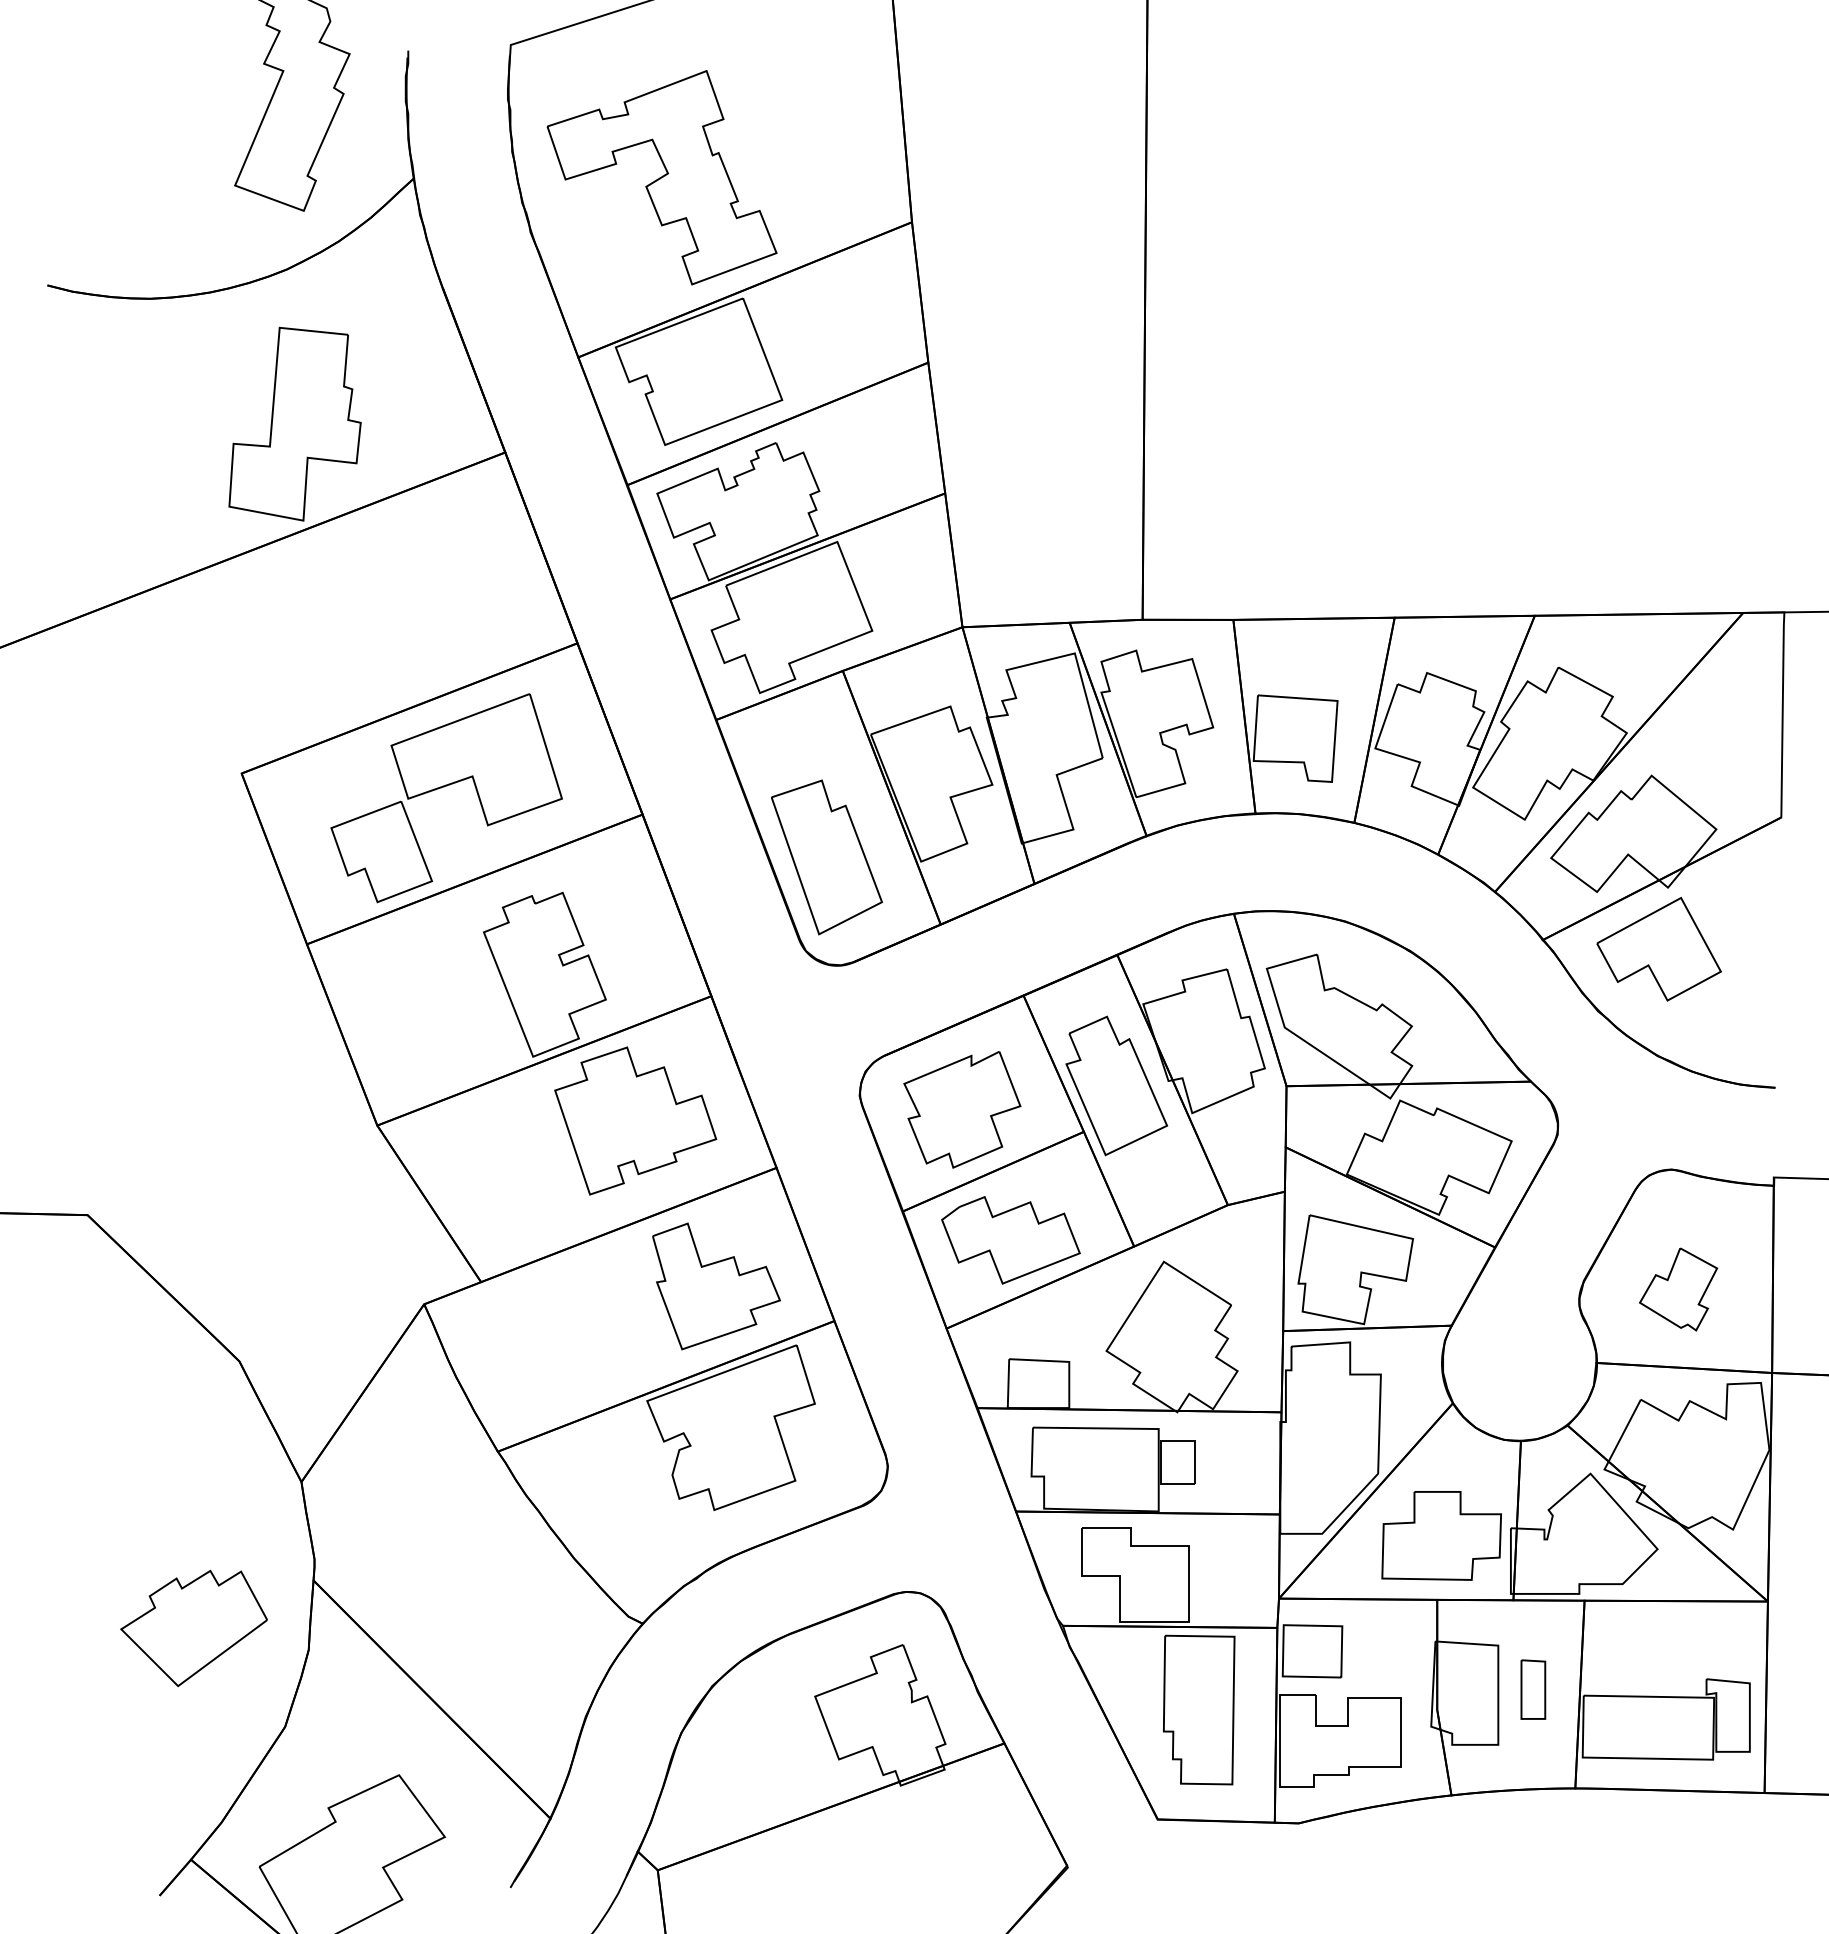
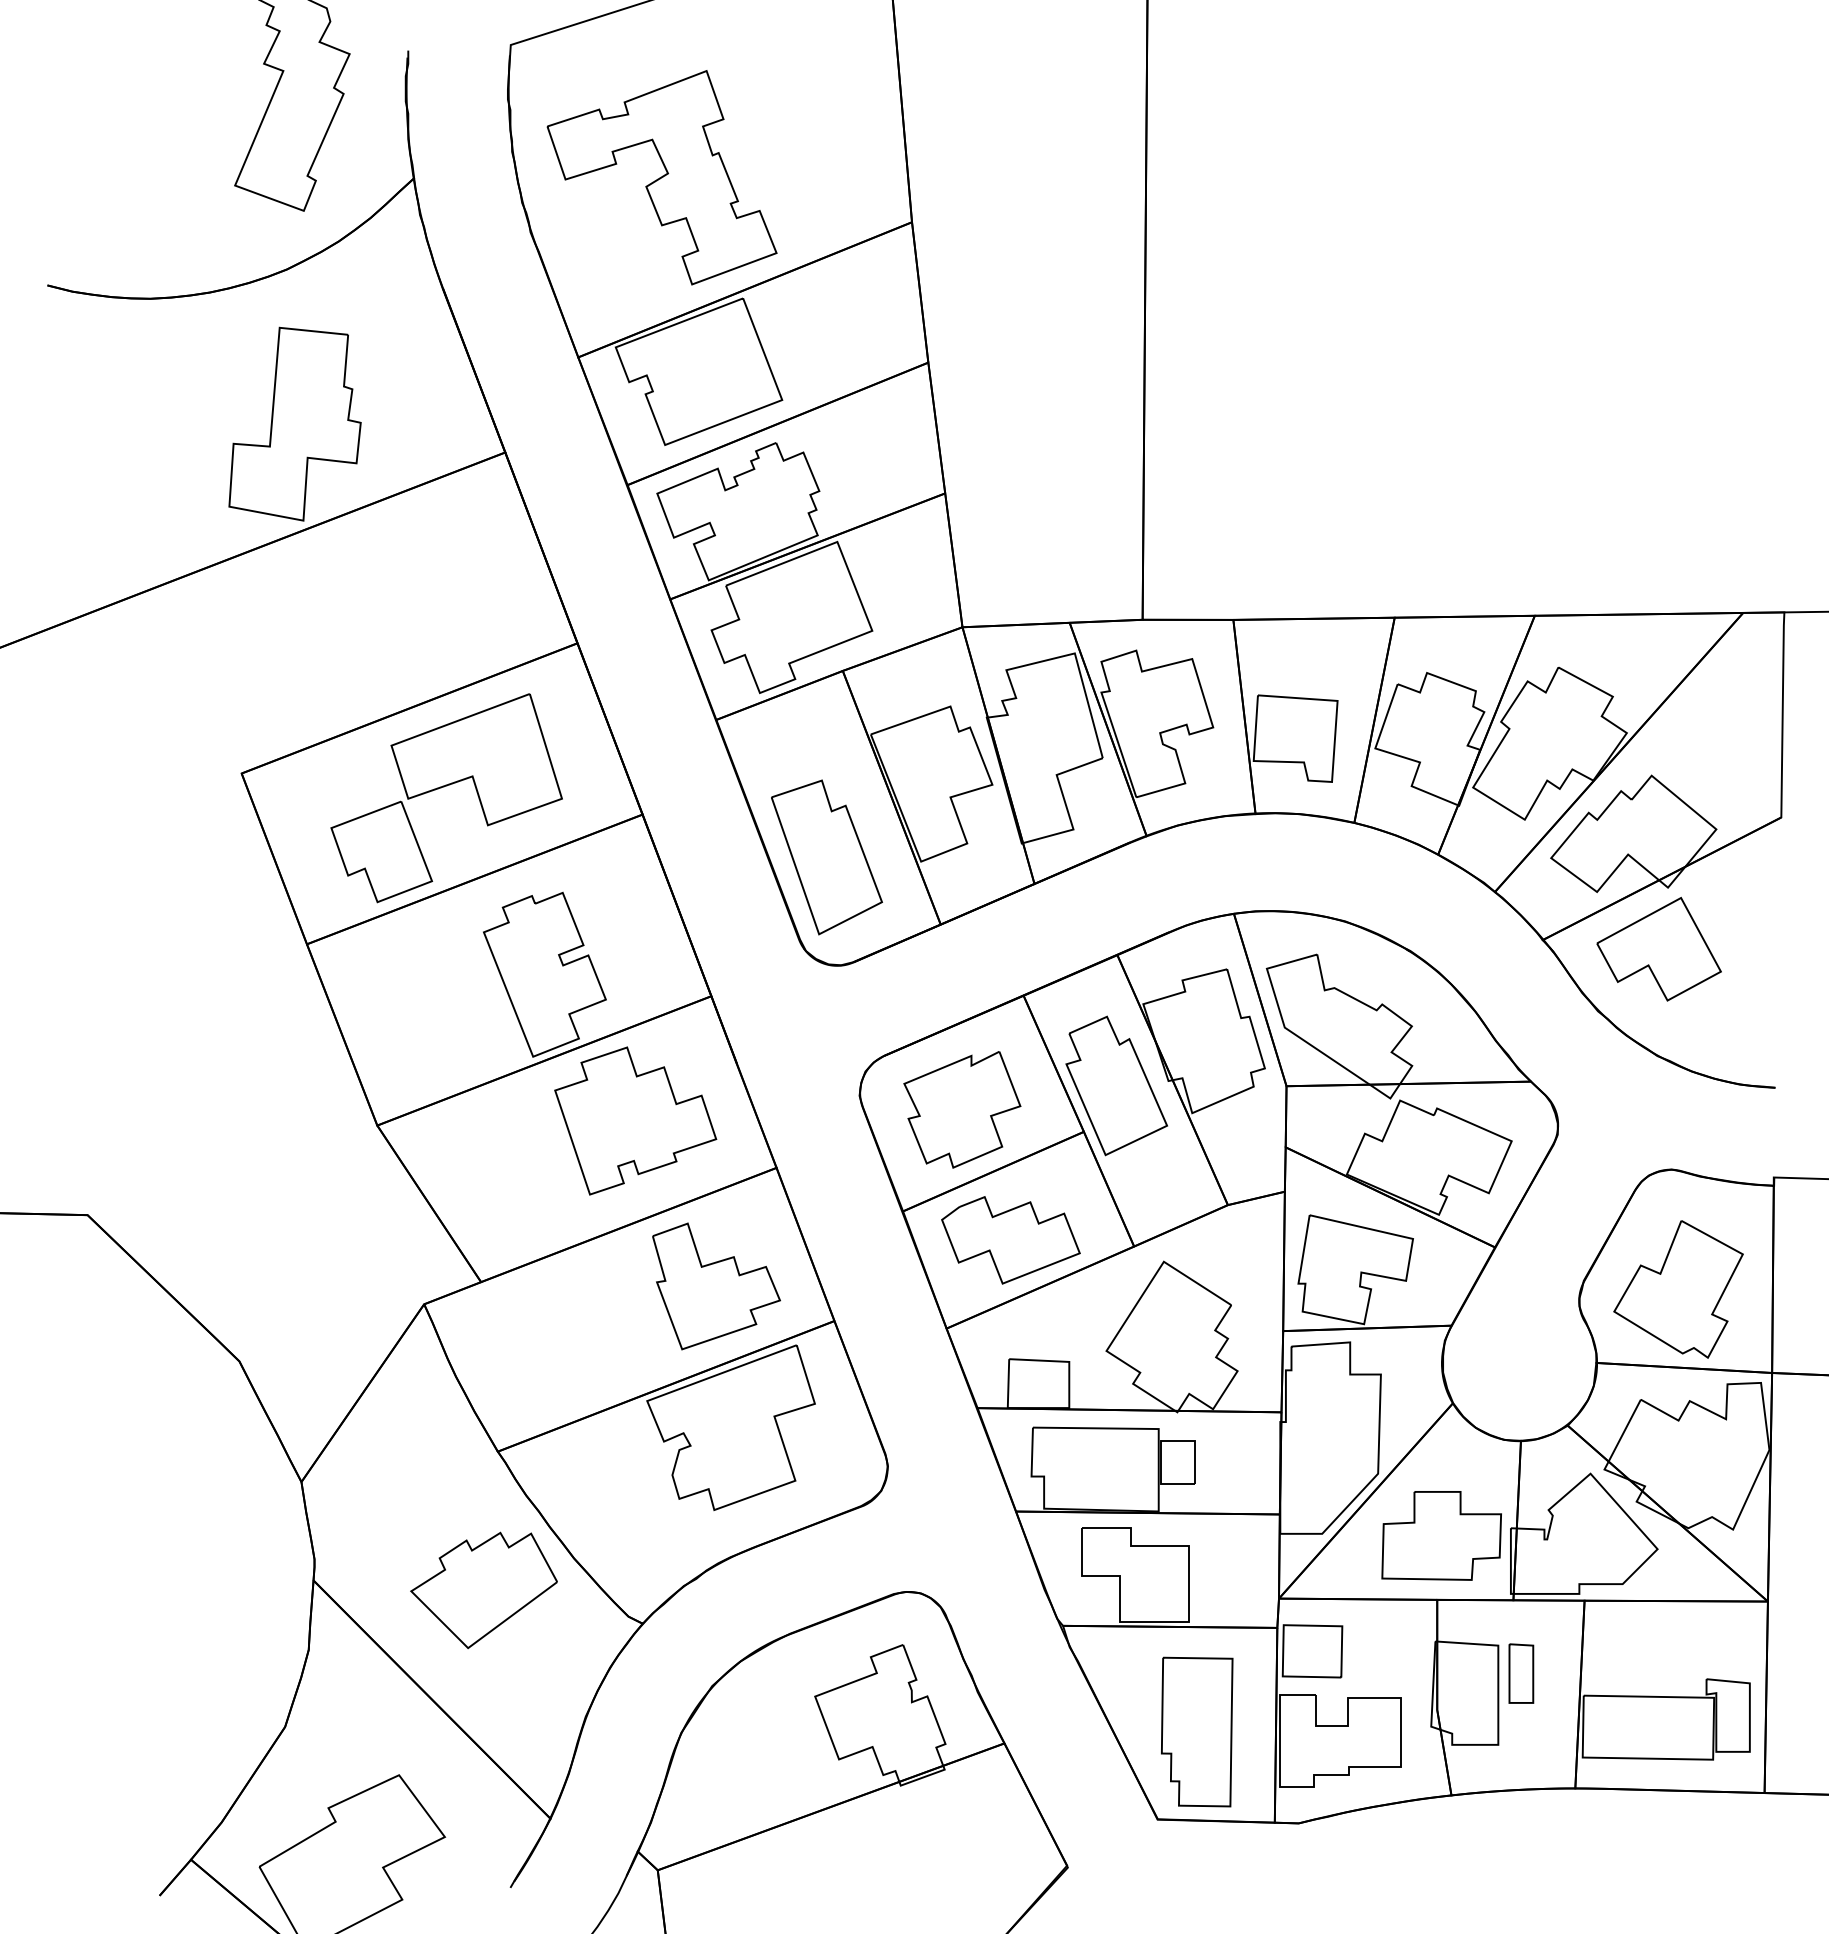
part at (1678, 1289) size: 80x85 px -> 131x139 px
part at (193, 1628) position: (193, 1628) -> (483, 1590)
part at (1533, 1689) position: (1533, 1689) -> (1521, 1673)
part at (1199, 1709) position: (1199, 1709) -> (1197, 1731)
